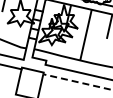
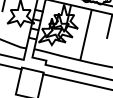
line at (78, 82): dashed -> solid
